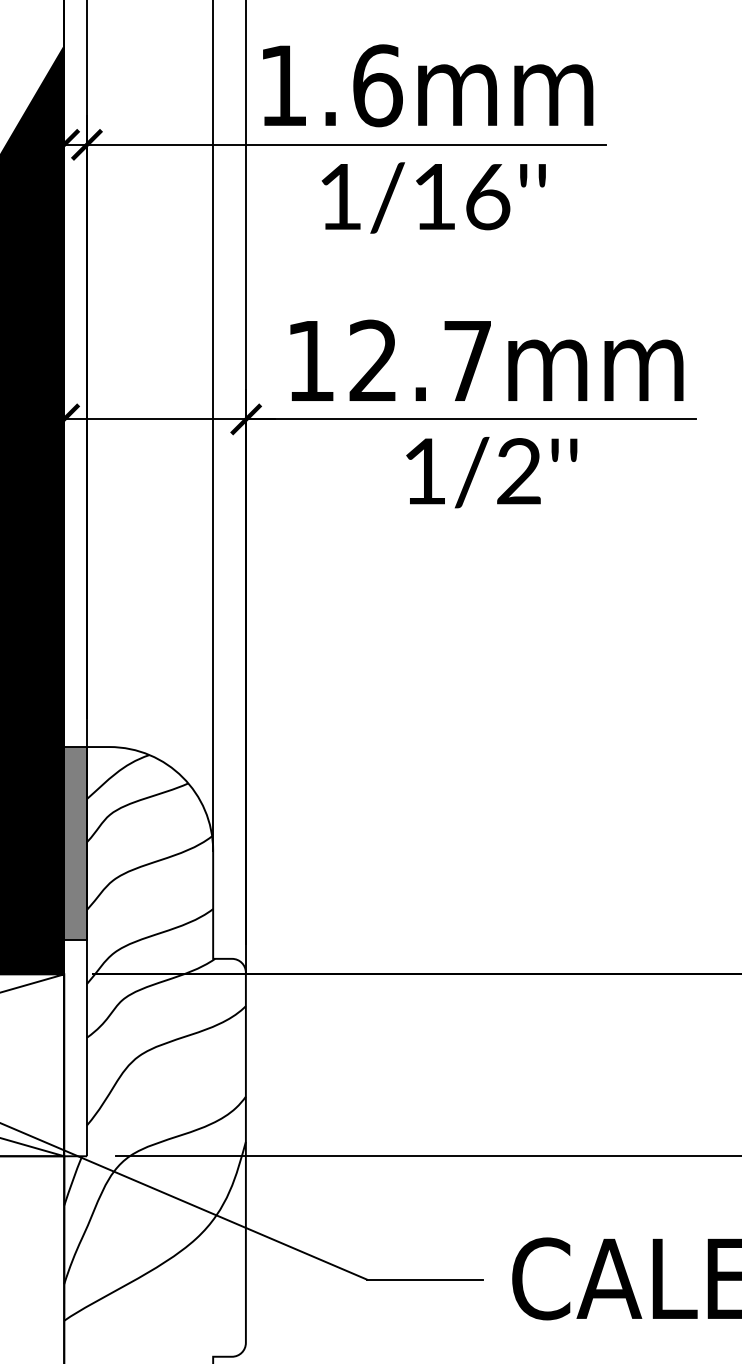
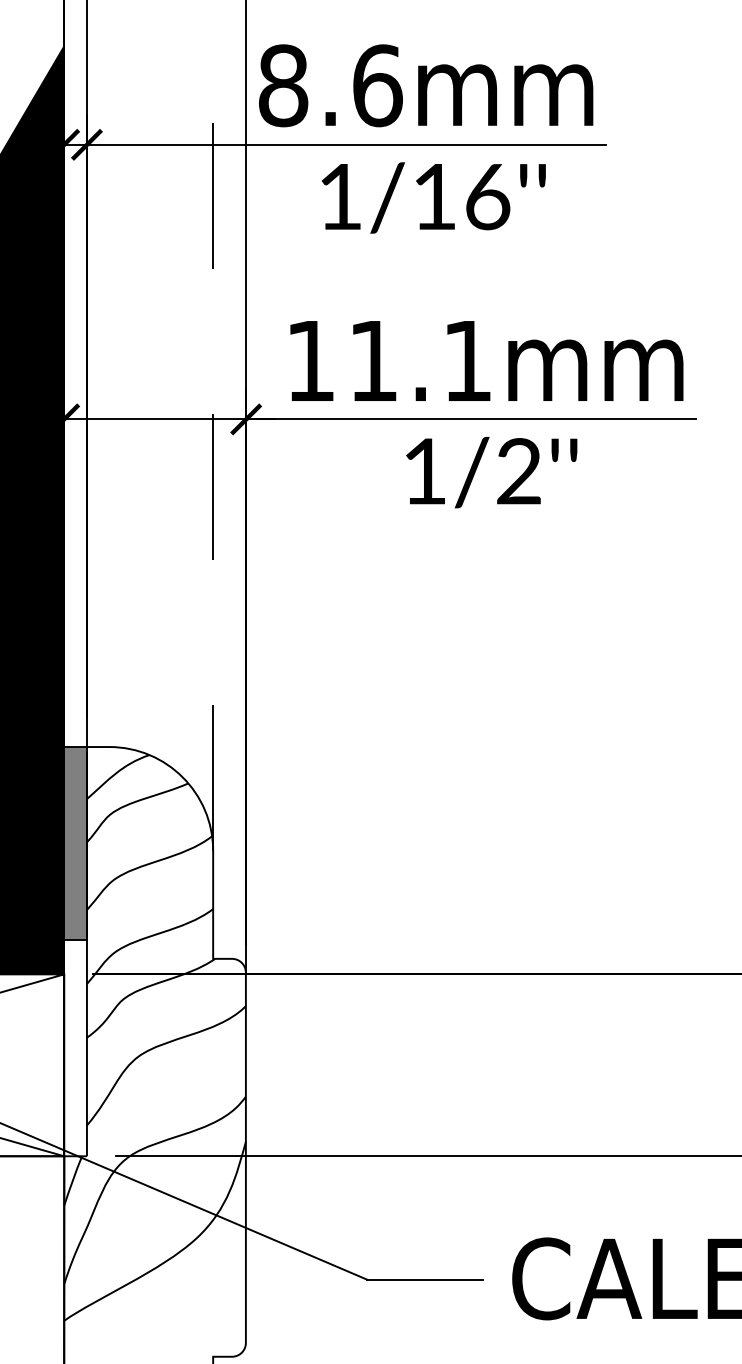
text at (283, 85): 1.6mm -> 8.6mm
text at (419, 359): 12.7mm -> 11.1mm
line at (213, 425): solid -> dashed
